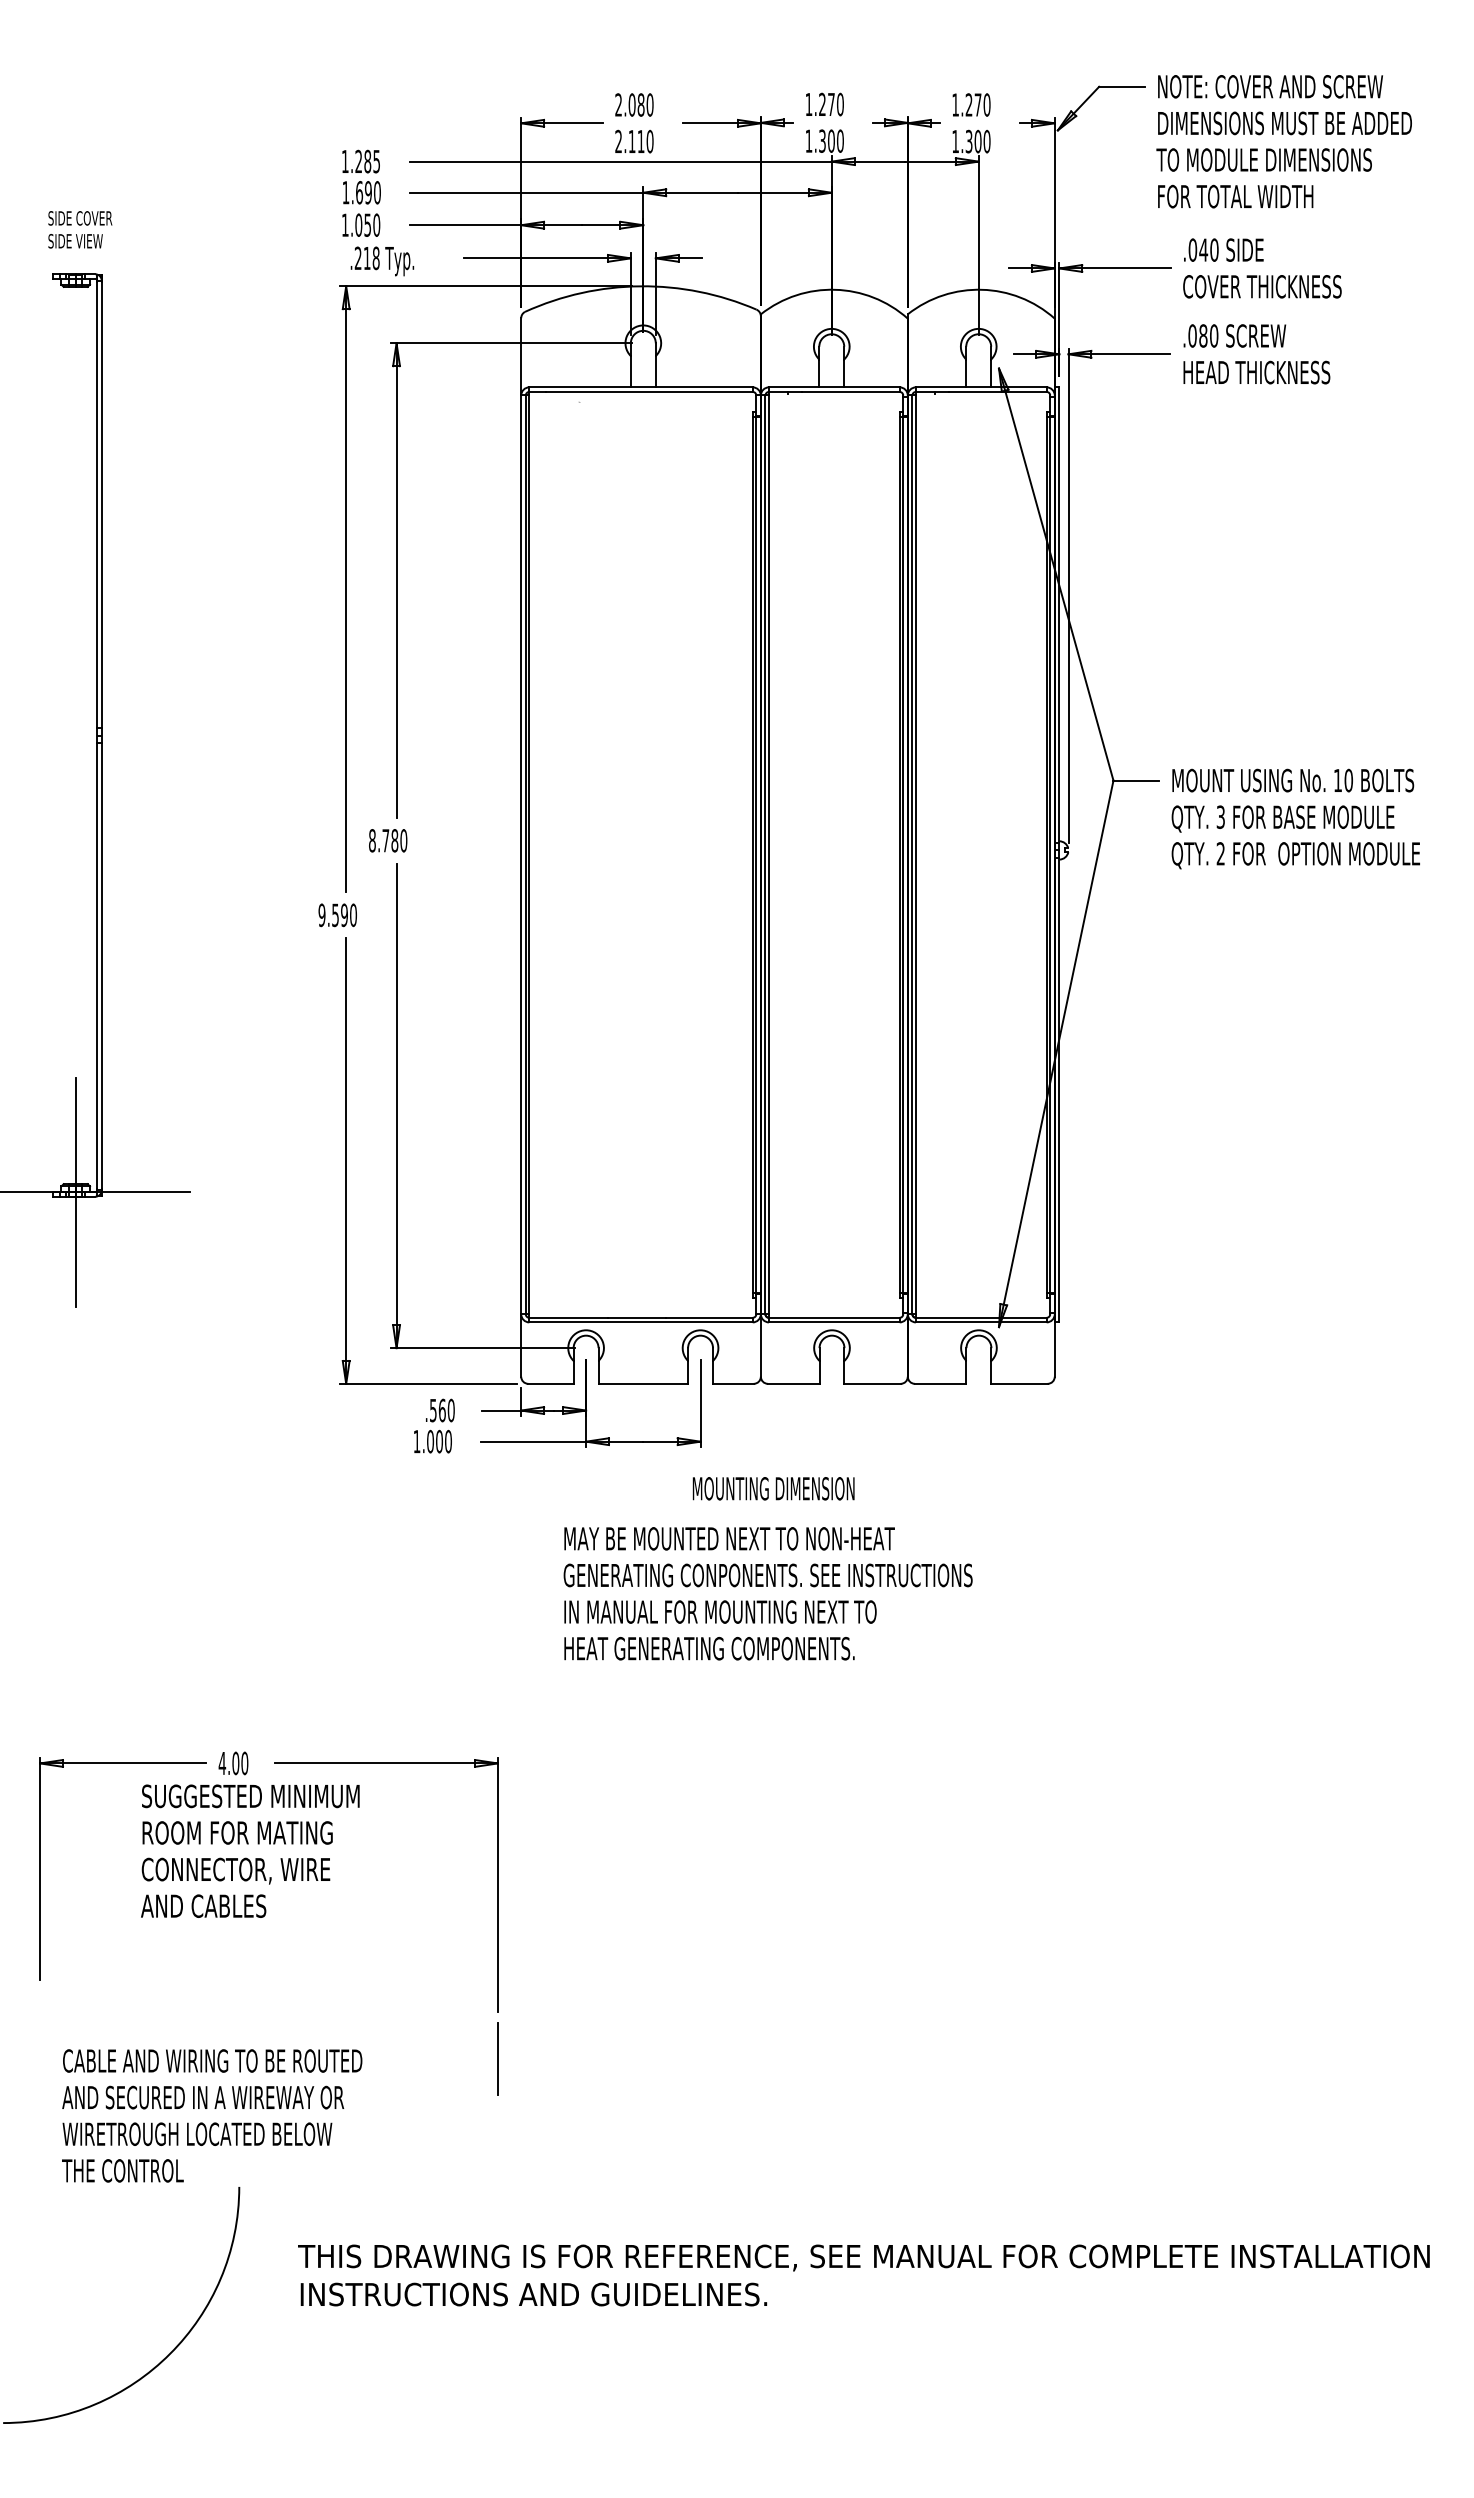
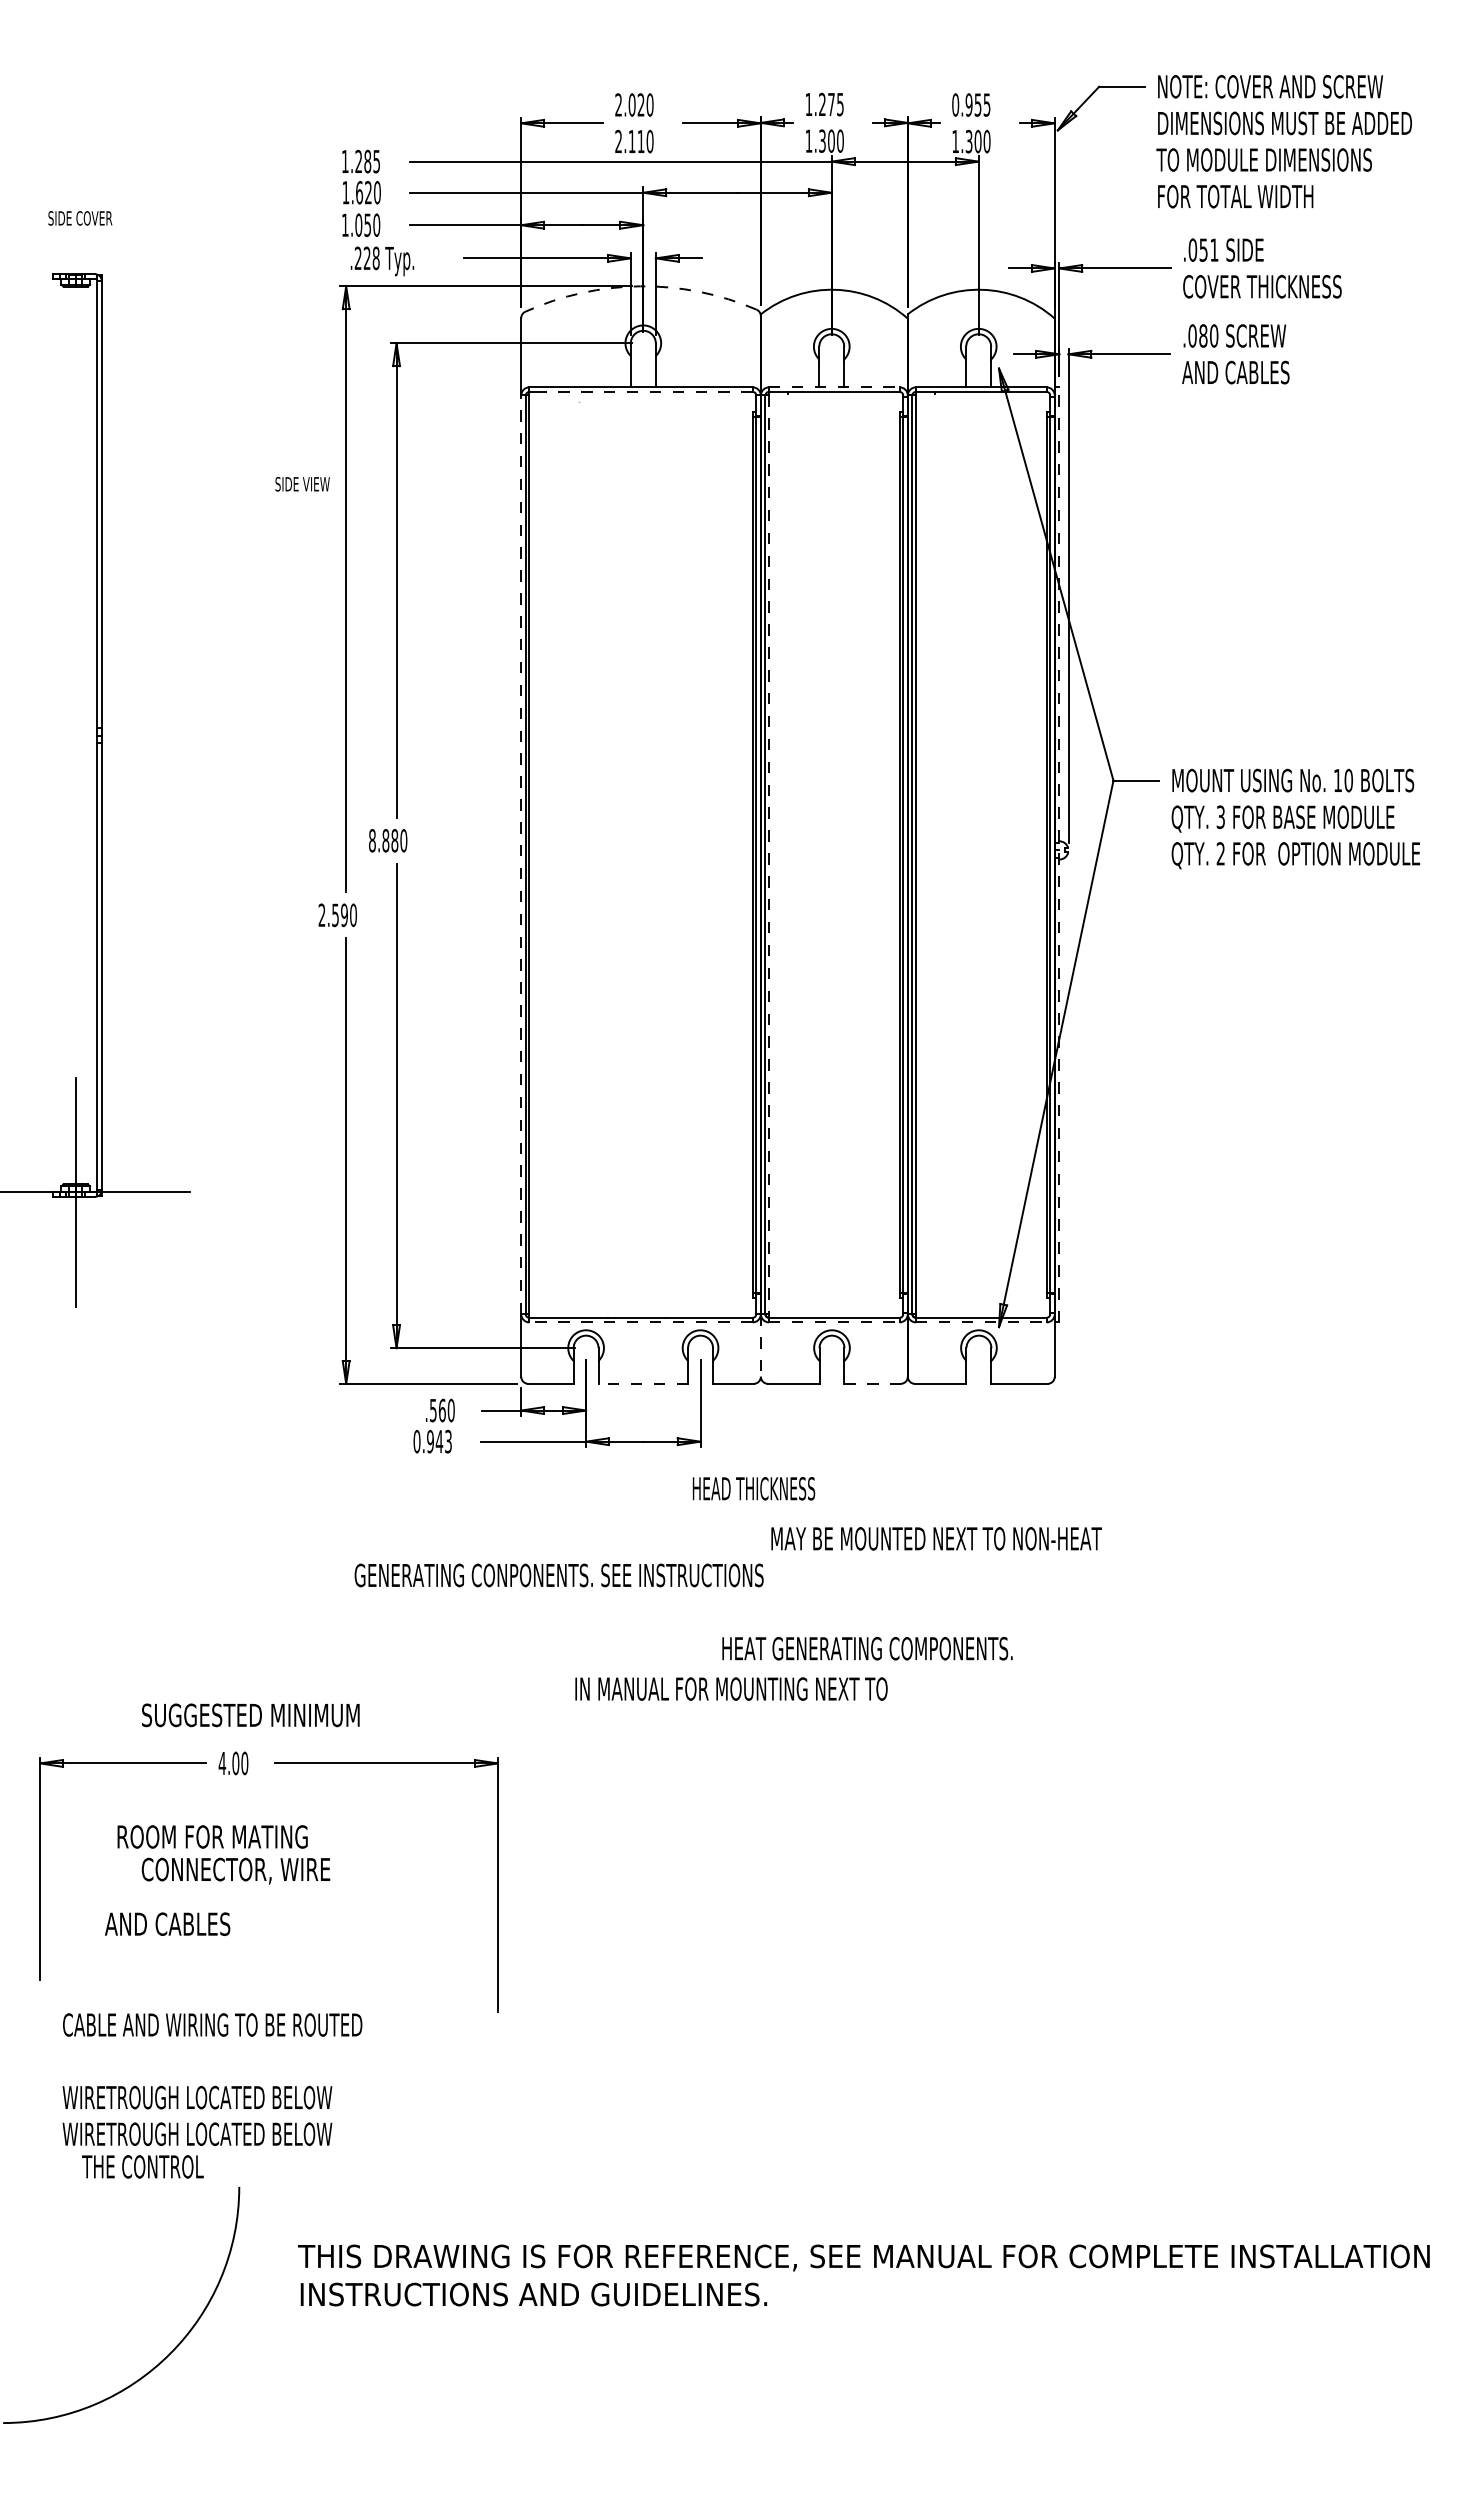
text at (640, 104): 2.080 -> 2.020
text at (840, 104): 1.270 -> 1.275
text at (971, 104): 1.270 -> 0.955
text at (368, 192): 1.690 -> 1.620
text at (75, 241) position: (75, 241) -> (302, 484)
text at (1208, 249): .040 -> .051
text at (366, 257): .218 -> .228
arc at (640, 286): solid -> dashed
text at (1256, 372): HEAD THICKNESS -> AND CABLES
line at (834, 387): solid -> dashed
line at (648, 391): solid -> dashed
text at (385, 840): 8.780 -> 8.880
line at (521, 854): solid -> dashed
line at (1059, 854): solid -> dashed
line at (769, 855): solid -> dashed
text at (321, 915): 9.590 -> 2.590
line at (641, 1322): solid -> dashed
line at (834, 1322): solid -> dashed
line at (981, 1322): solid -> dashed
line at (760, 1346): solid -> dashed
line at (643, 1383): solid -> dashed
line at (873, 1383): solid -> dashed
text at (432, 1441): 1.000 -> 0.943
text at (774, 1488): MOUNTING DIMENSION -> HEAD THICKNESS
text at (729, 1538) position: (729, 1538) -> (936, 1538)
text at (767, 1575) position: (767, 1575) -> (558, 1575)
text at (720, 1611) position: (720, 1611) -> (731, 1688)
text at (709, 1648) position: (709, 1648) -> (867, 1648)
text at (250, 1796) position: (250, 1796) -> (250, 1715)
text at (237, 1832) position: (237, 1832) -> (212, 1836)
text at (203, 1905) position: (203, 1905) -> (167, 1923)
line at (497, 2059): present -> none
text at (212, 2060) position: (212, 2060) -> (212, 2024)
text at (203, 2097): AND SECURED IN A WIREWAY OR -> WIRETROUGH LOCATED BELOW
text at (122, 2170) position: (122, 2170) -> (142, 2166)
